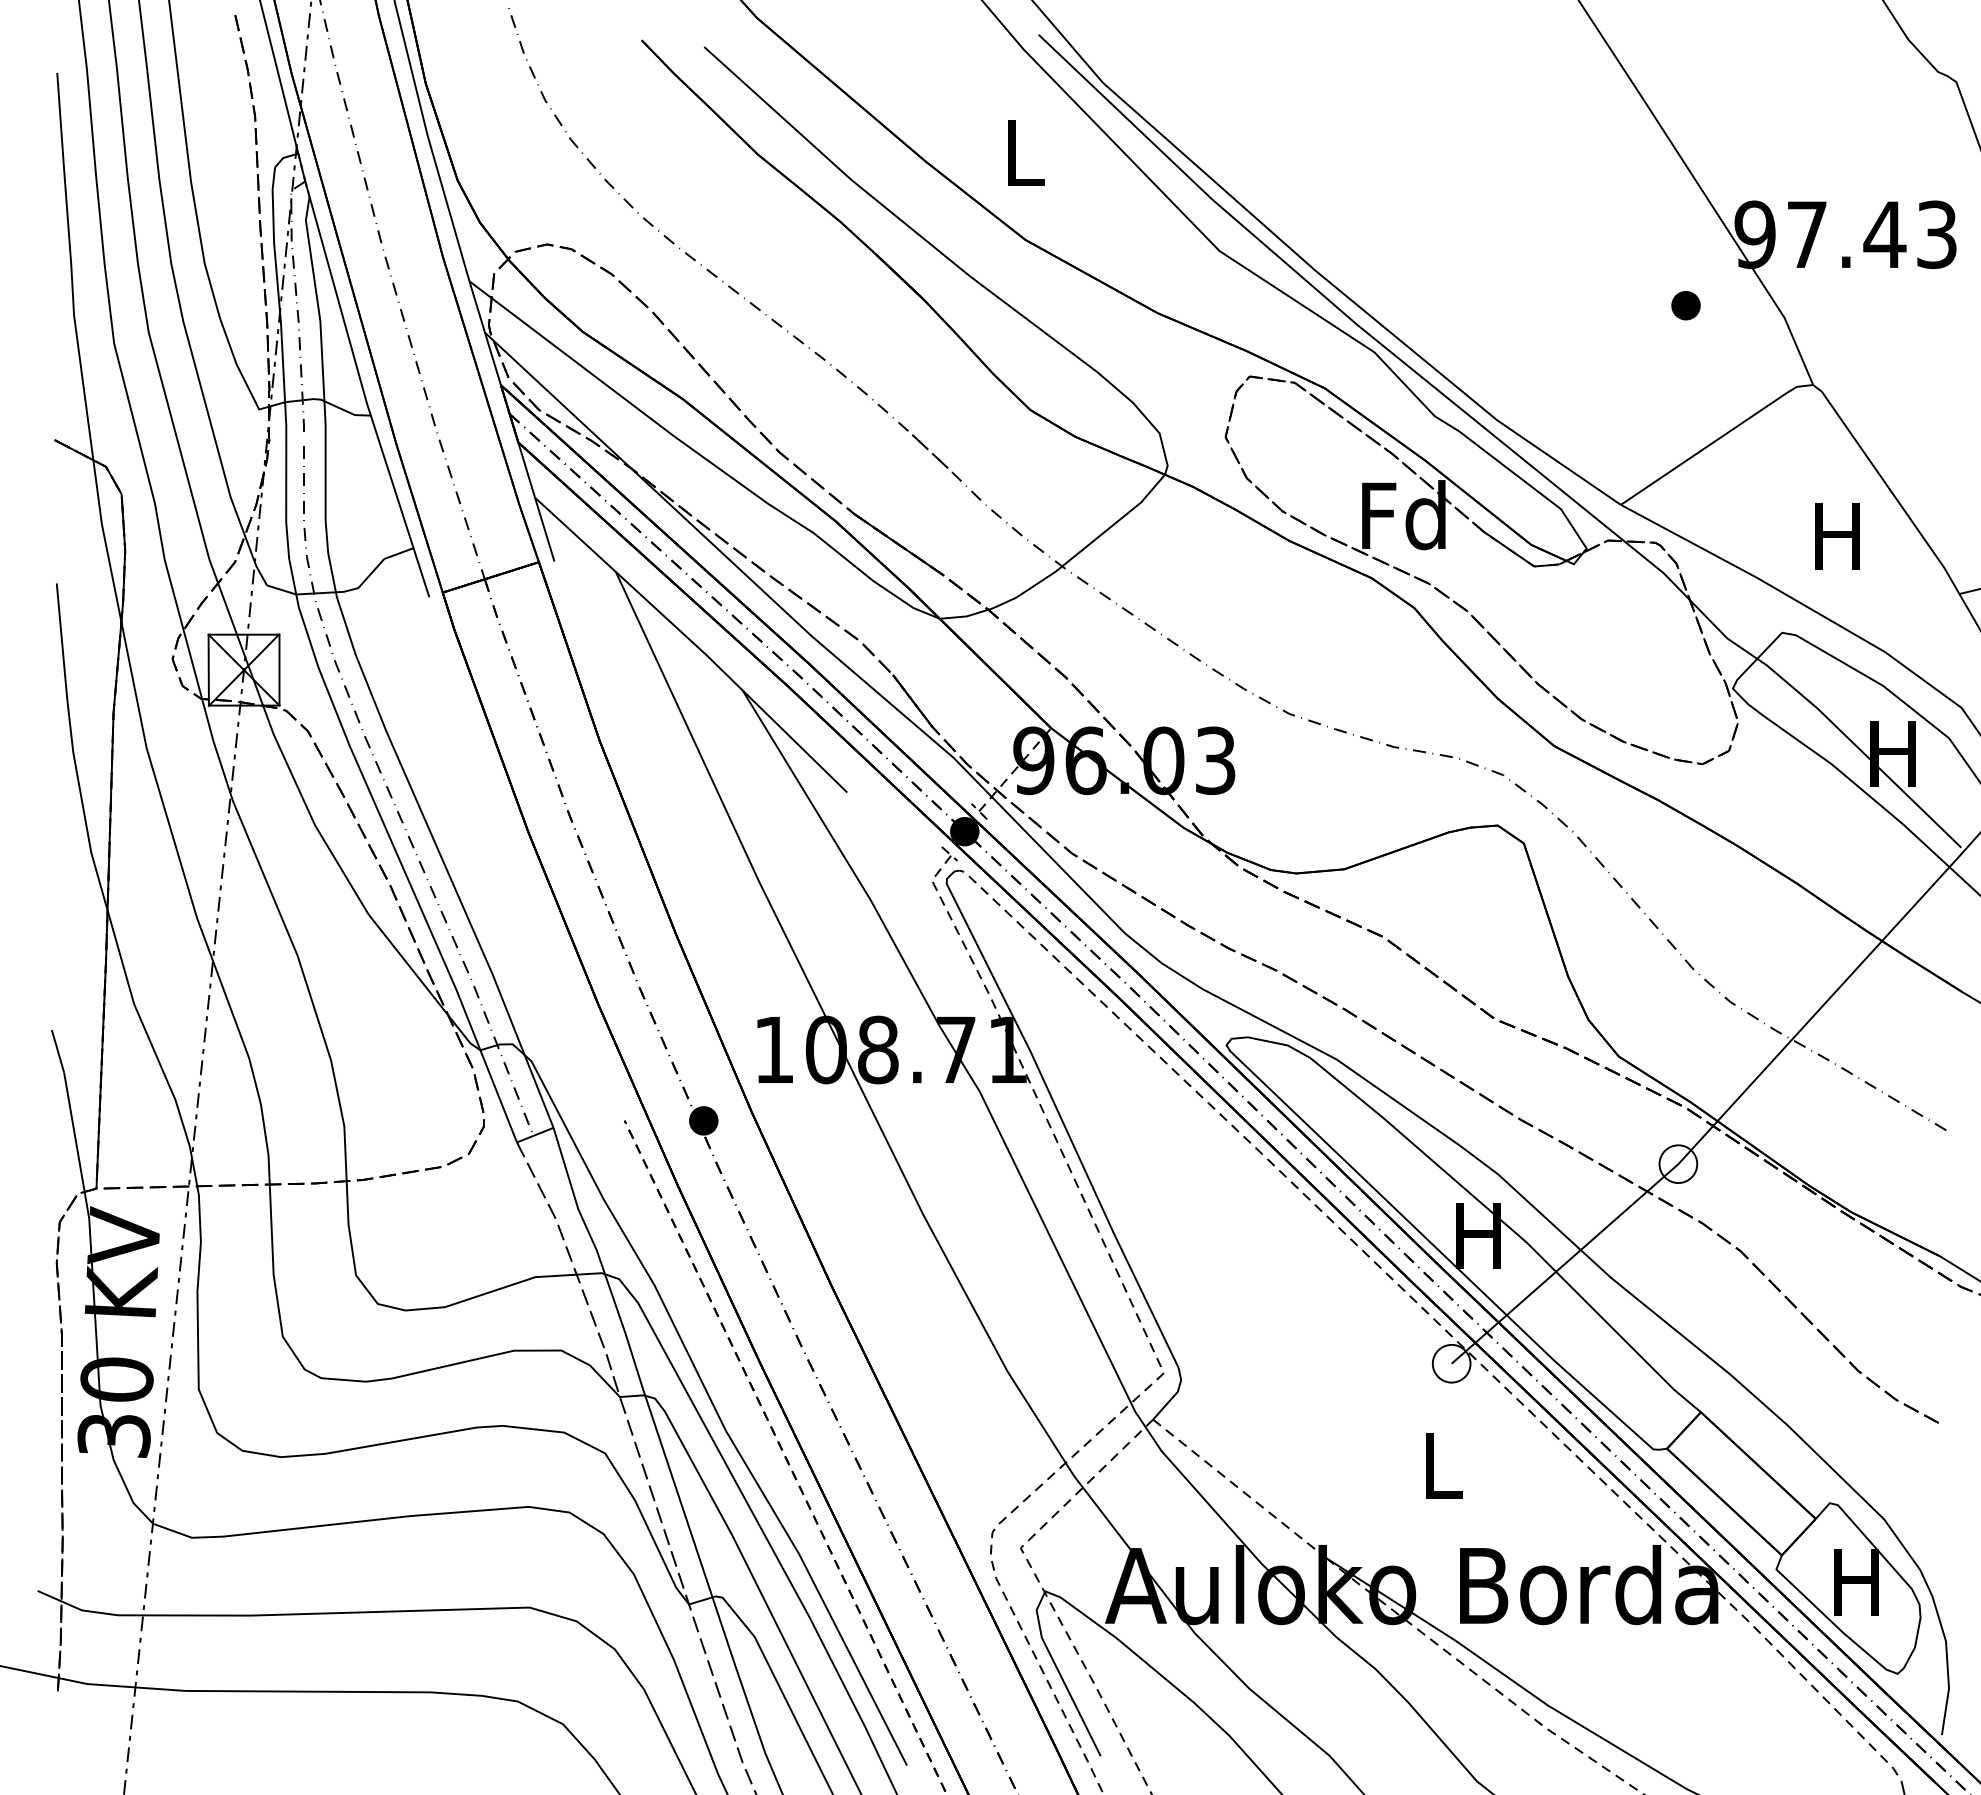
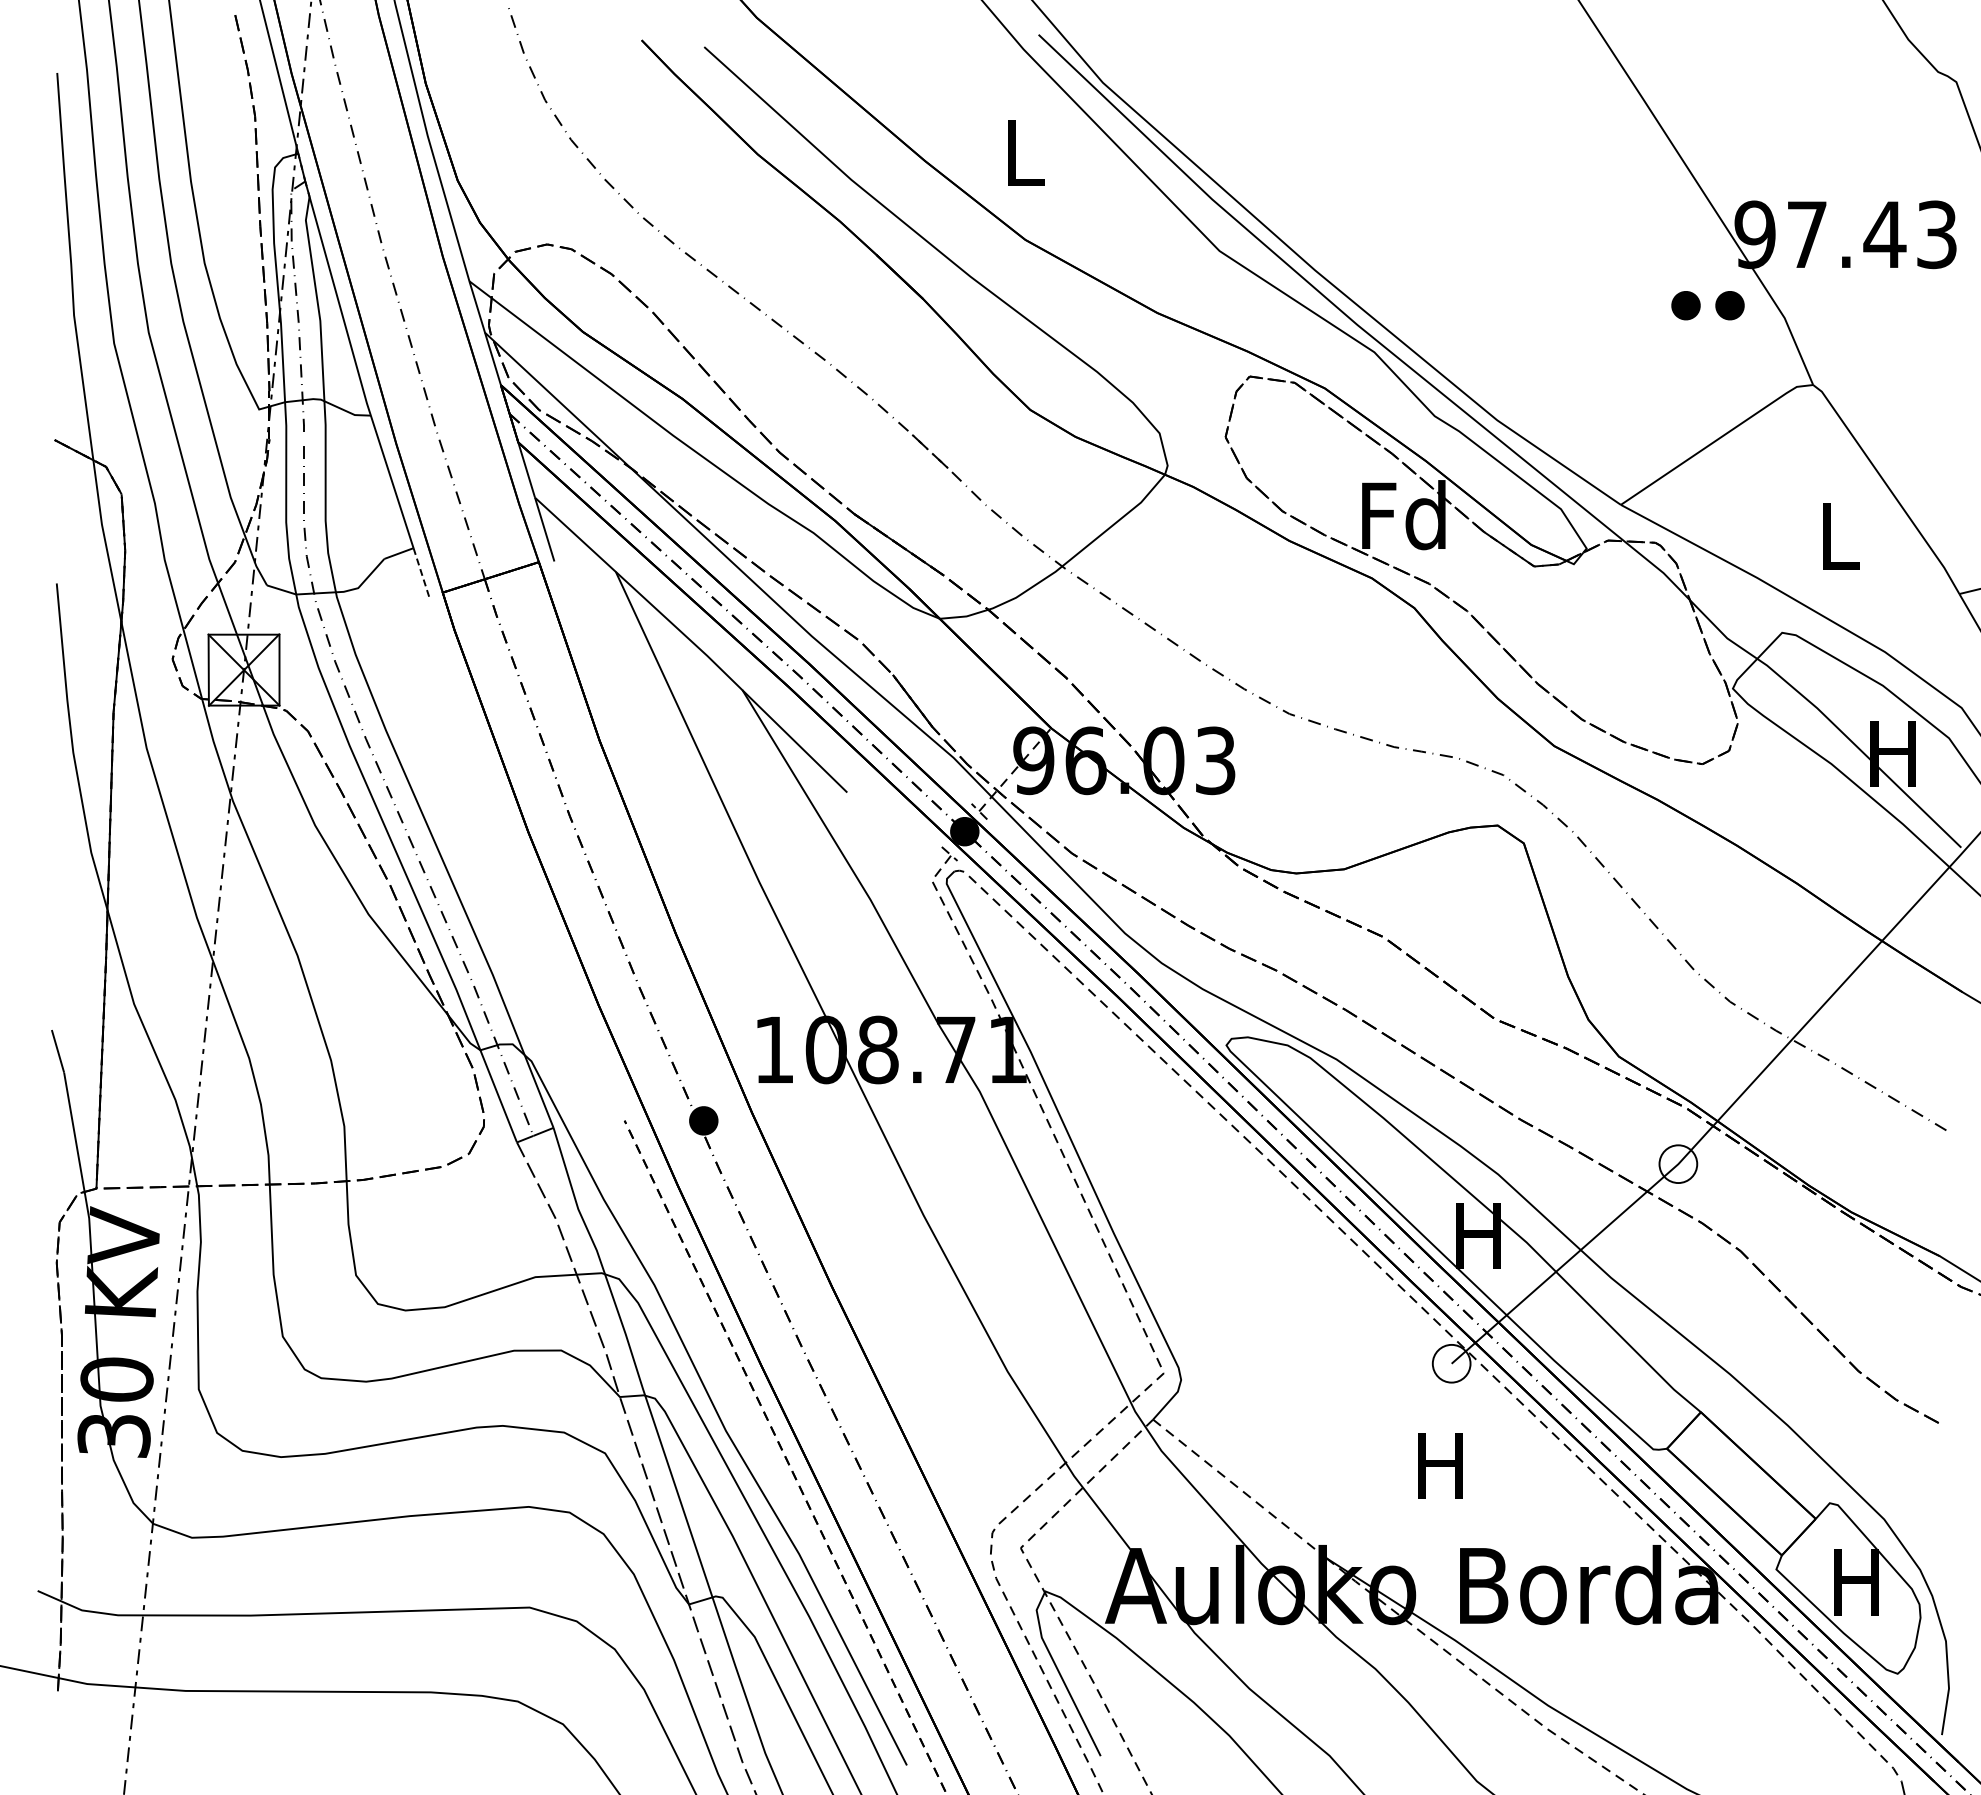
part at (1729, 305): none -> present
text at (1837, 536): H -> L
line at (421, 572): solid -> dashed
text at (1440, 1465): L -> H
